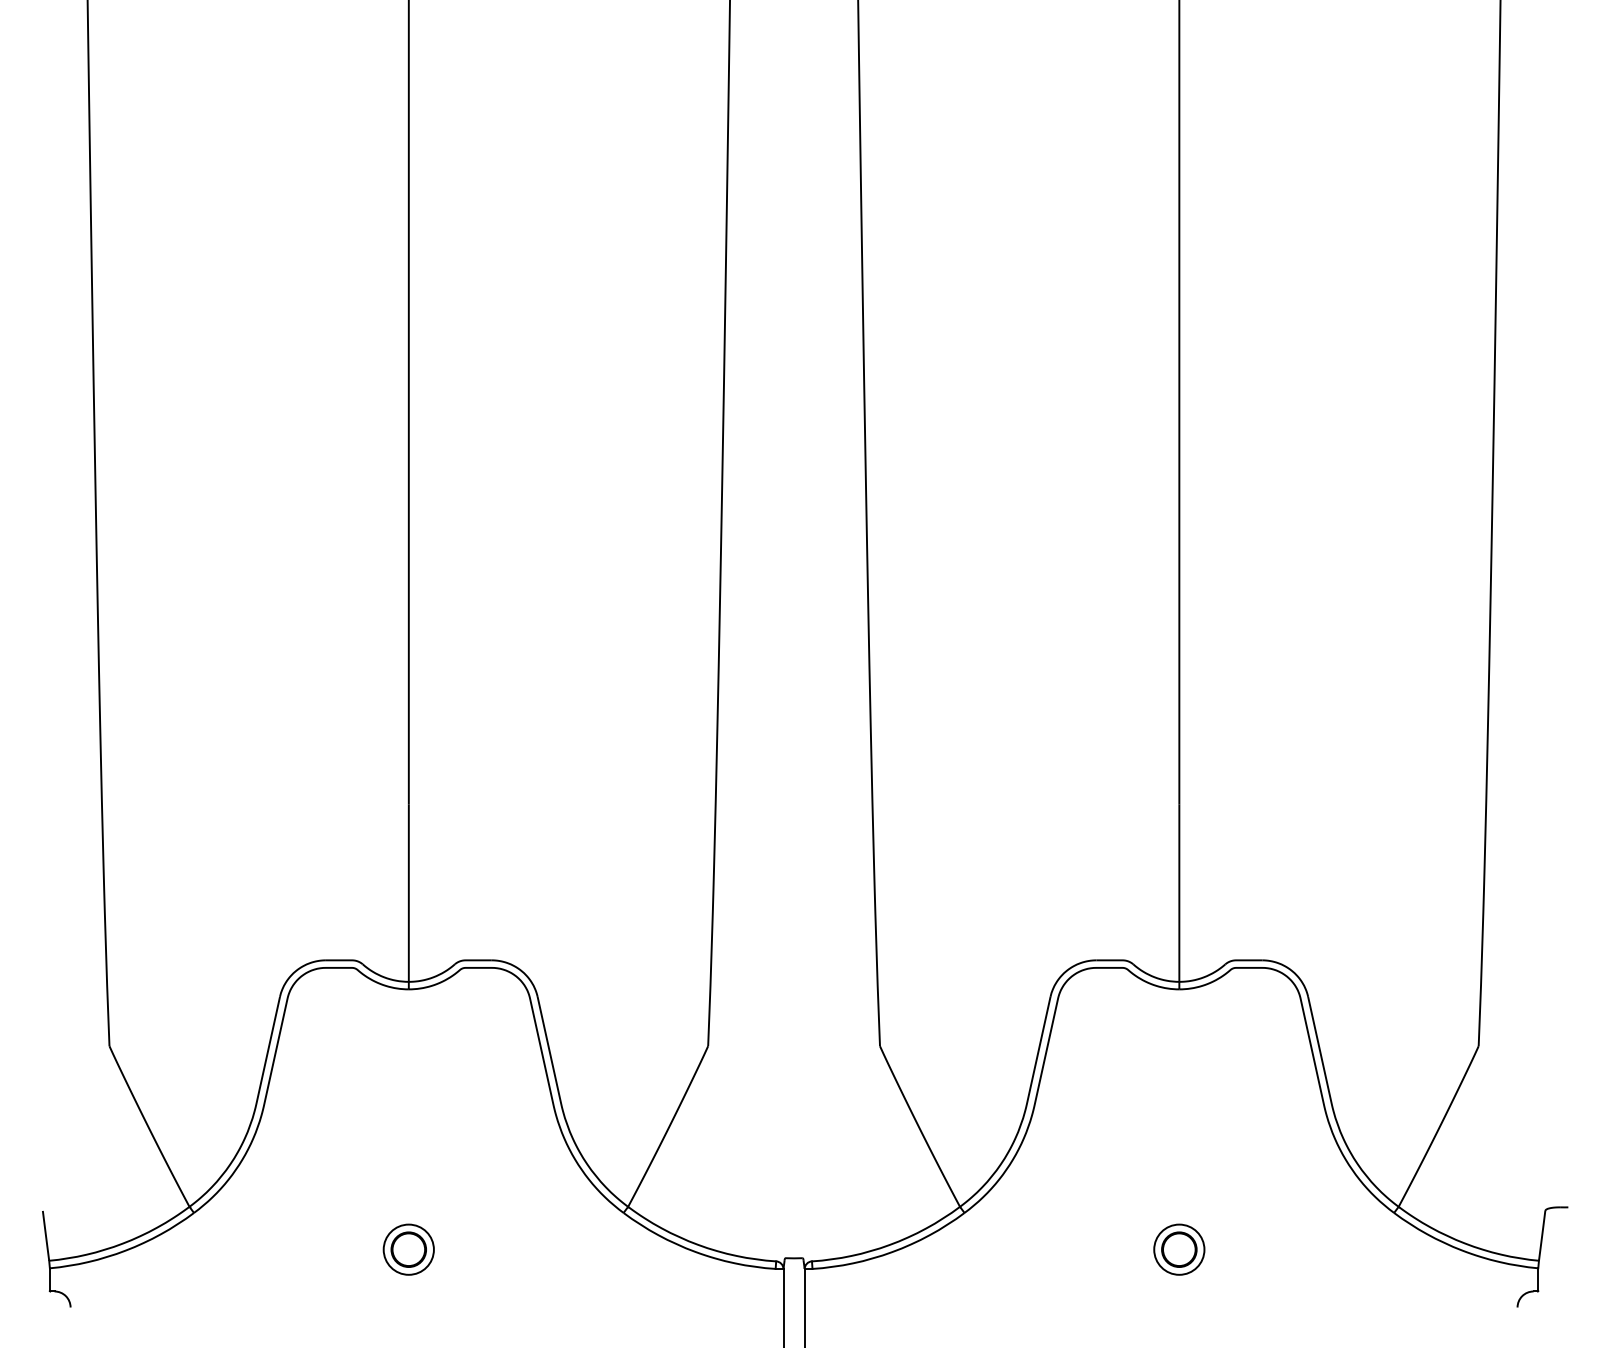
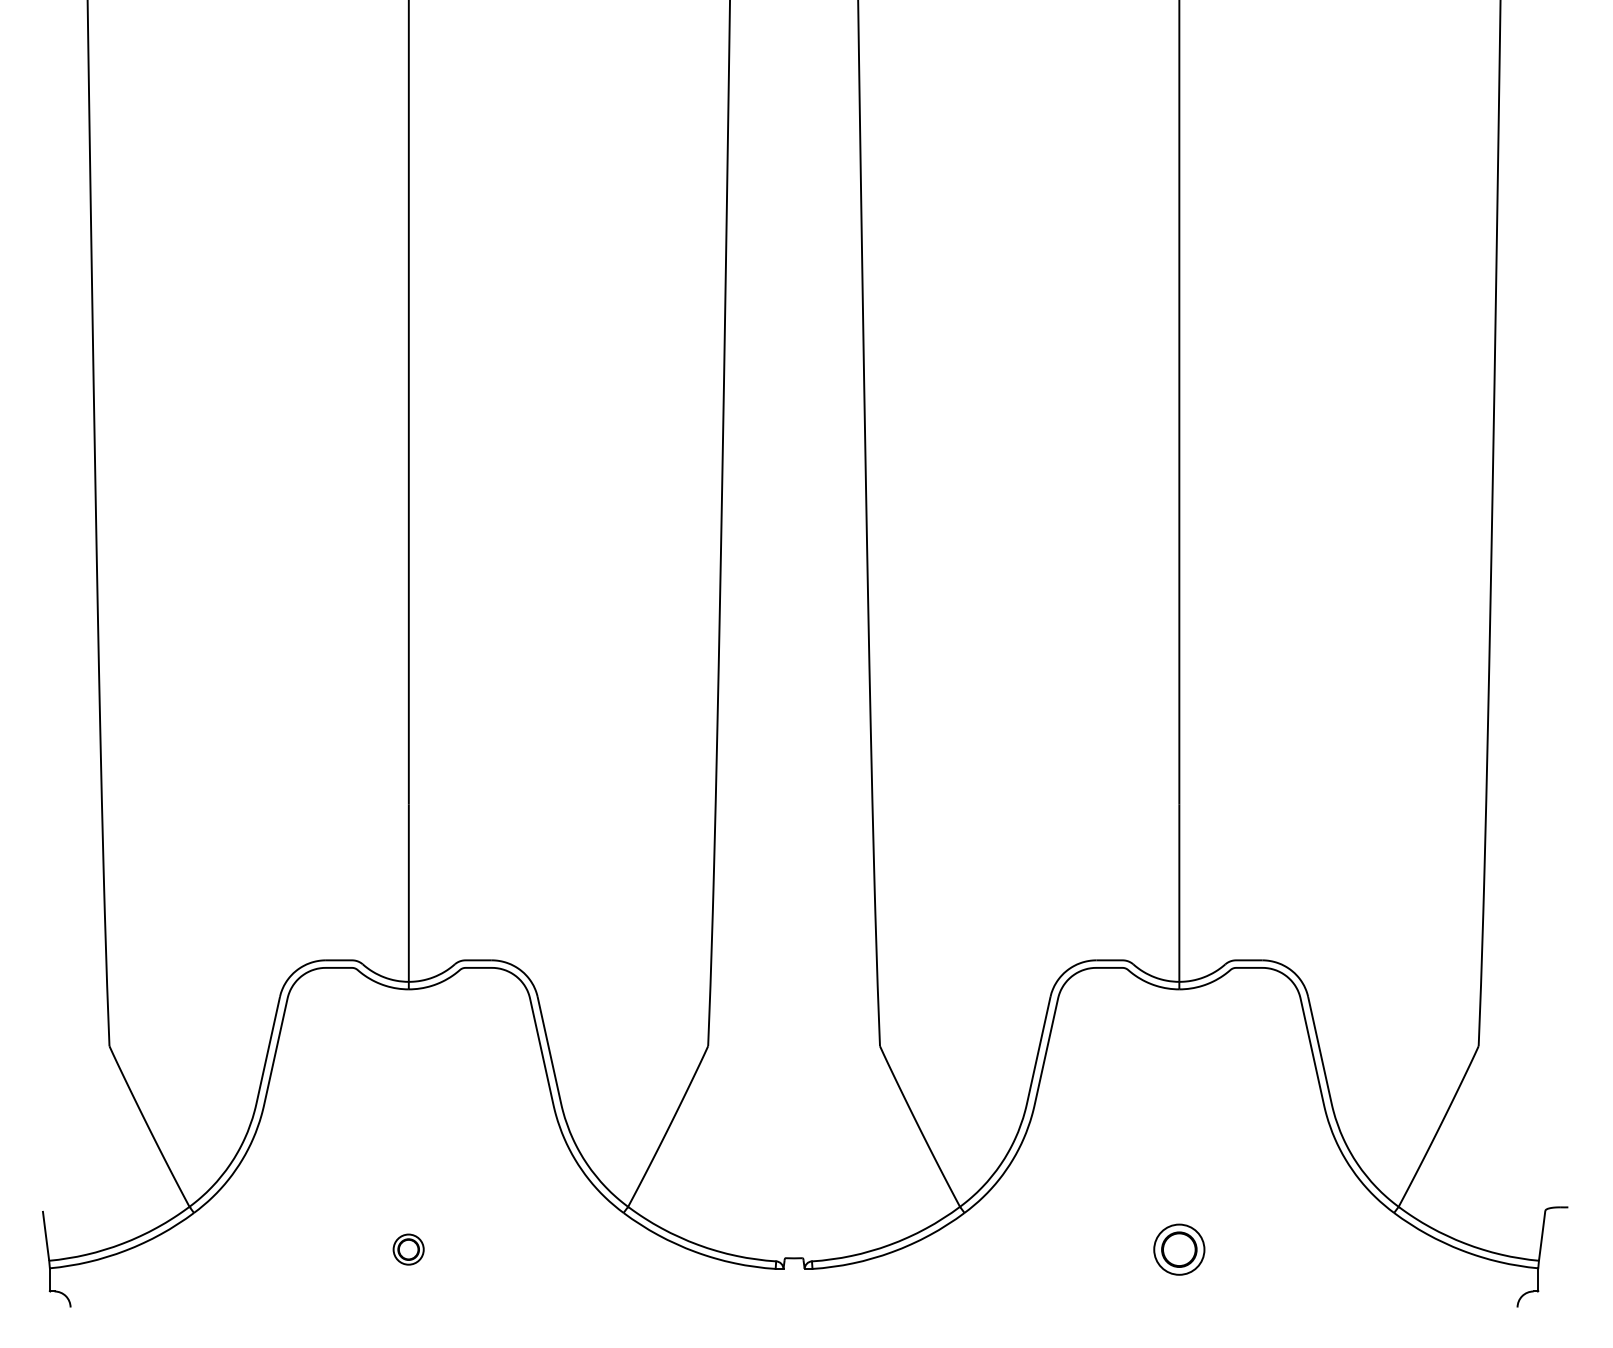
part at (408, 1249) size: 53x53 px -> 33x33 px
line at (783, 1306): present -> none
line at (804, 1306): present -> none
